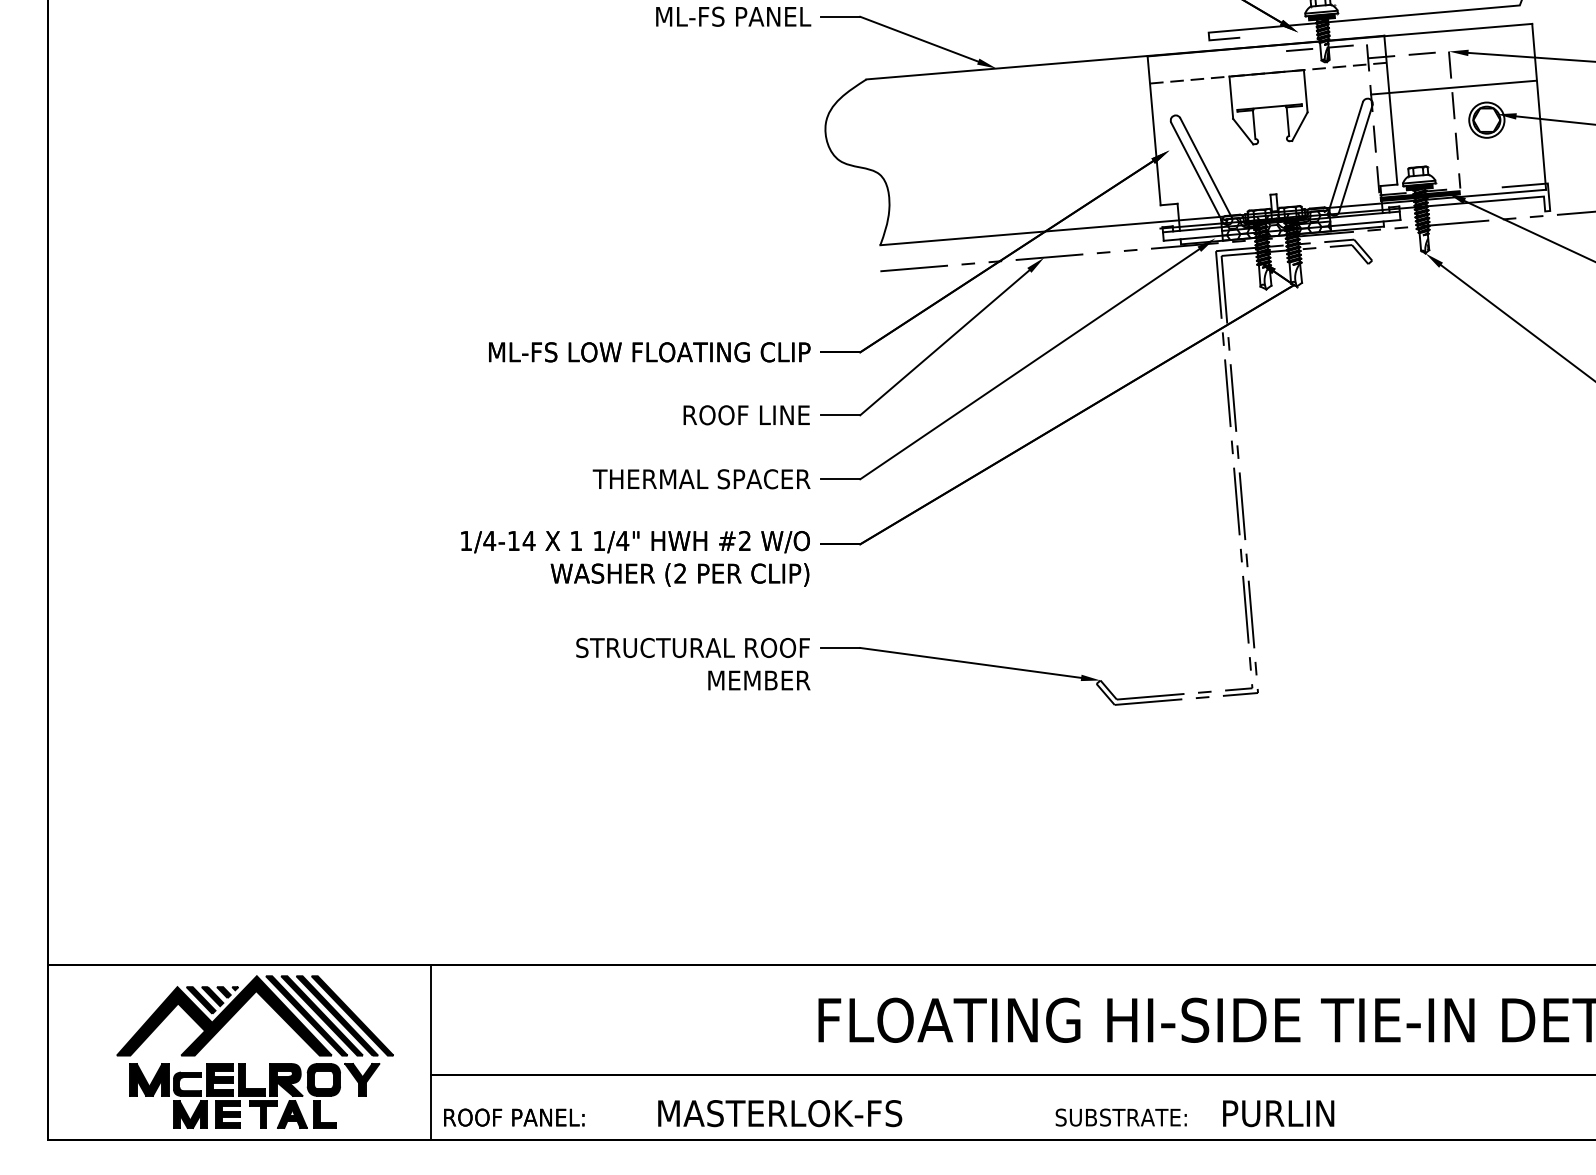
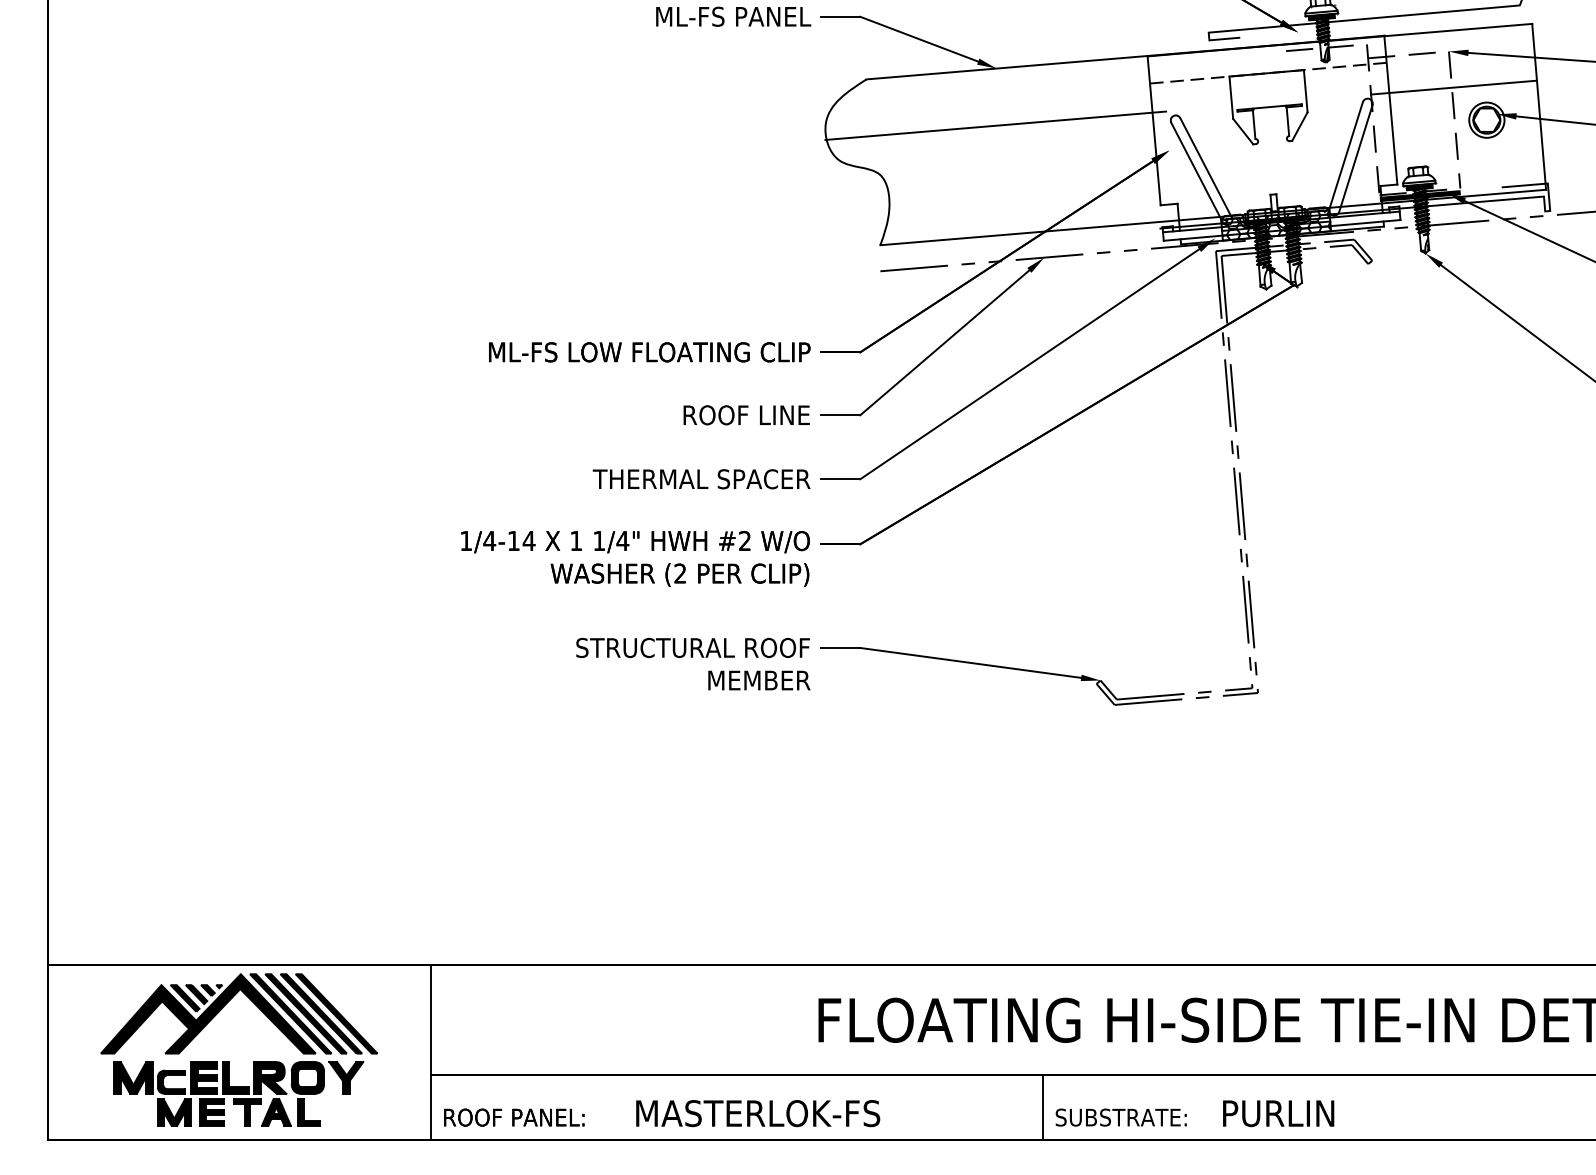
line at (995, 125): none -> present
part at (245, 1063) position: (245, 1063) -> (229, 1061)
line at (1043, 1107): none -> present
text at (780, 1113) position: (780, 1113) -> (758, 1113)
